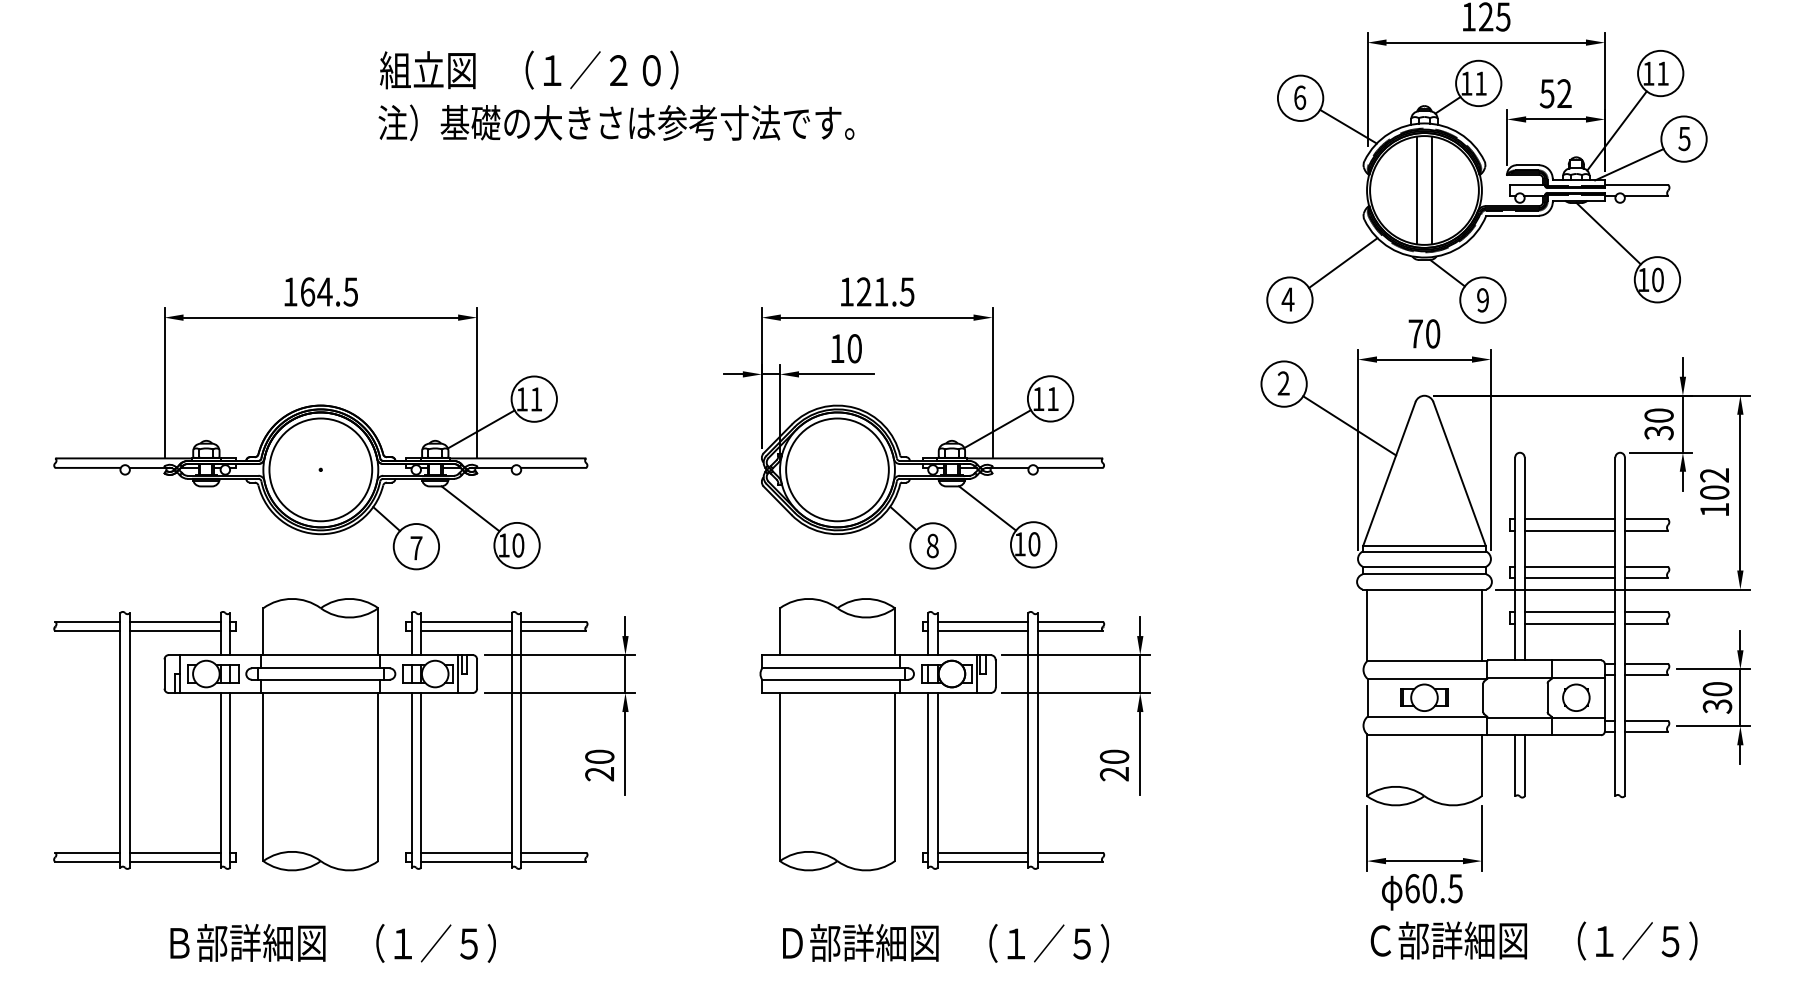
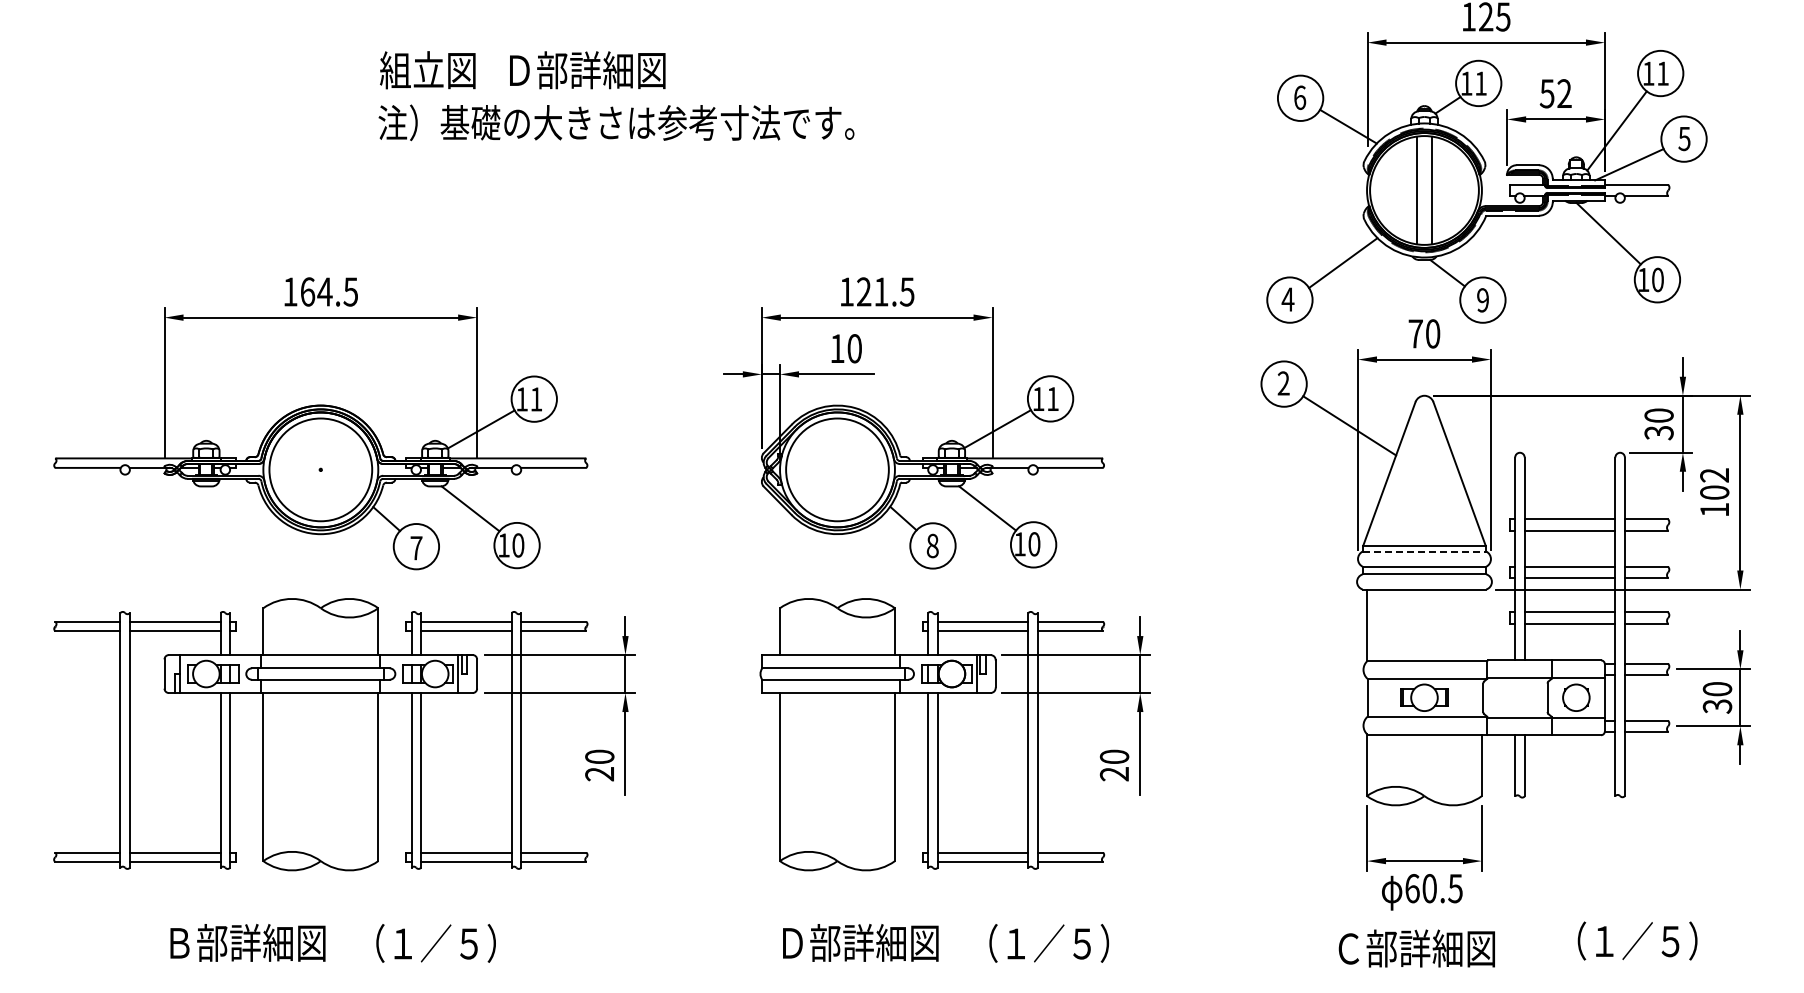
text at (594, 69): （１／２０） -> Ｄ部詳細図
line at (1424, 551): solid -> dashed
line at (1481, 624): present -> none
text at (1448, 940) position: (1448, 940) -> (1416, 948)
